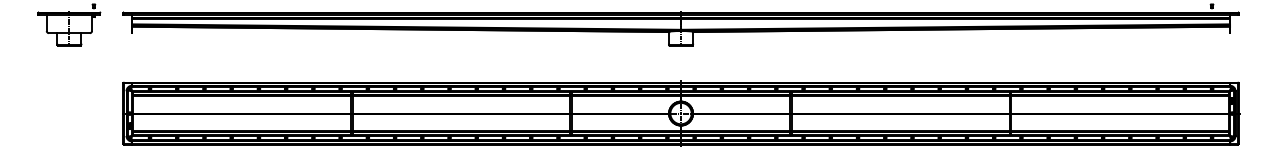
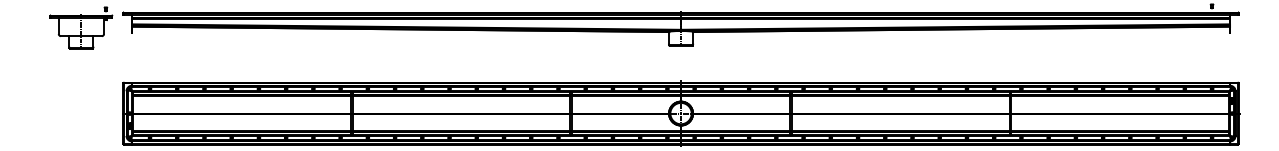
part at (69, 24) position: (69, 24) -> (81, 27)
